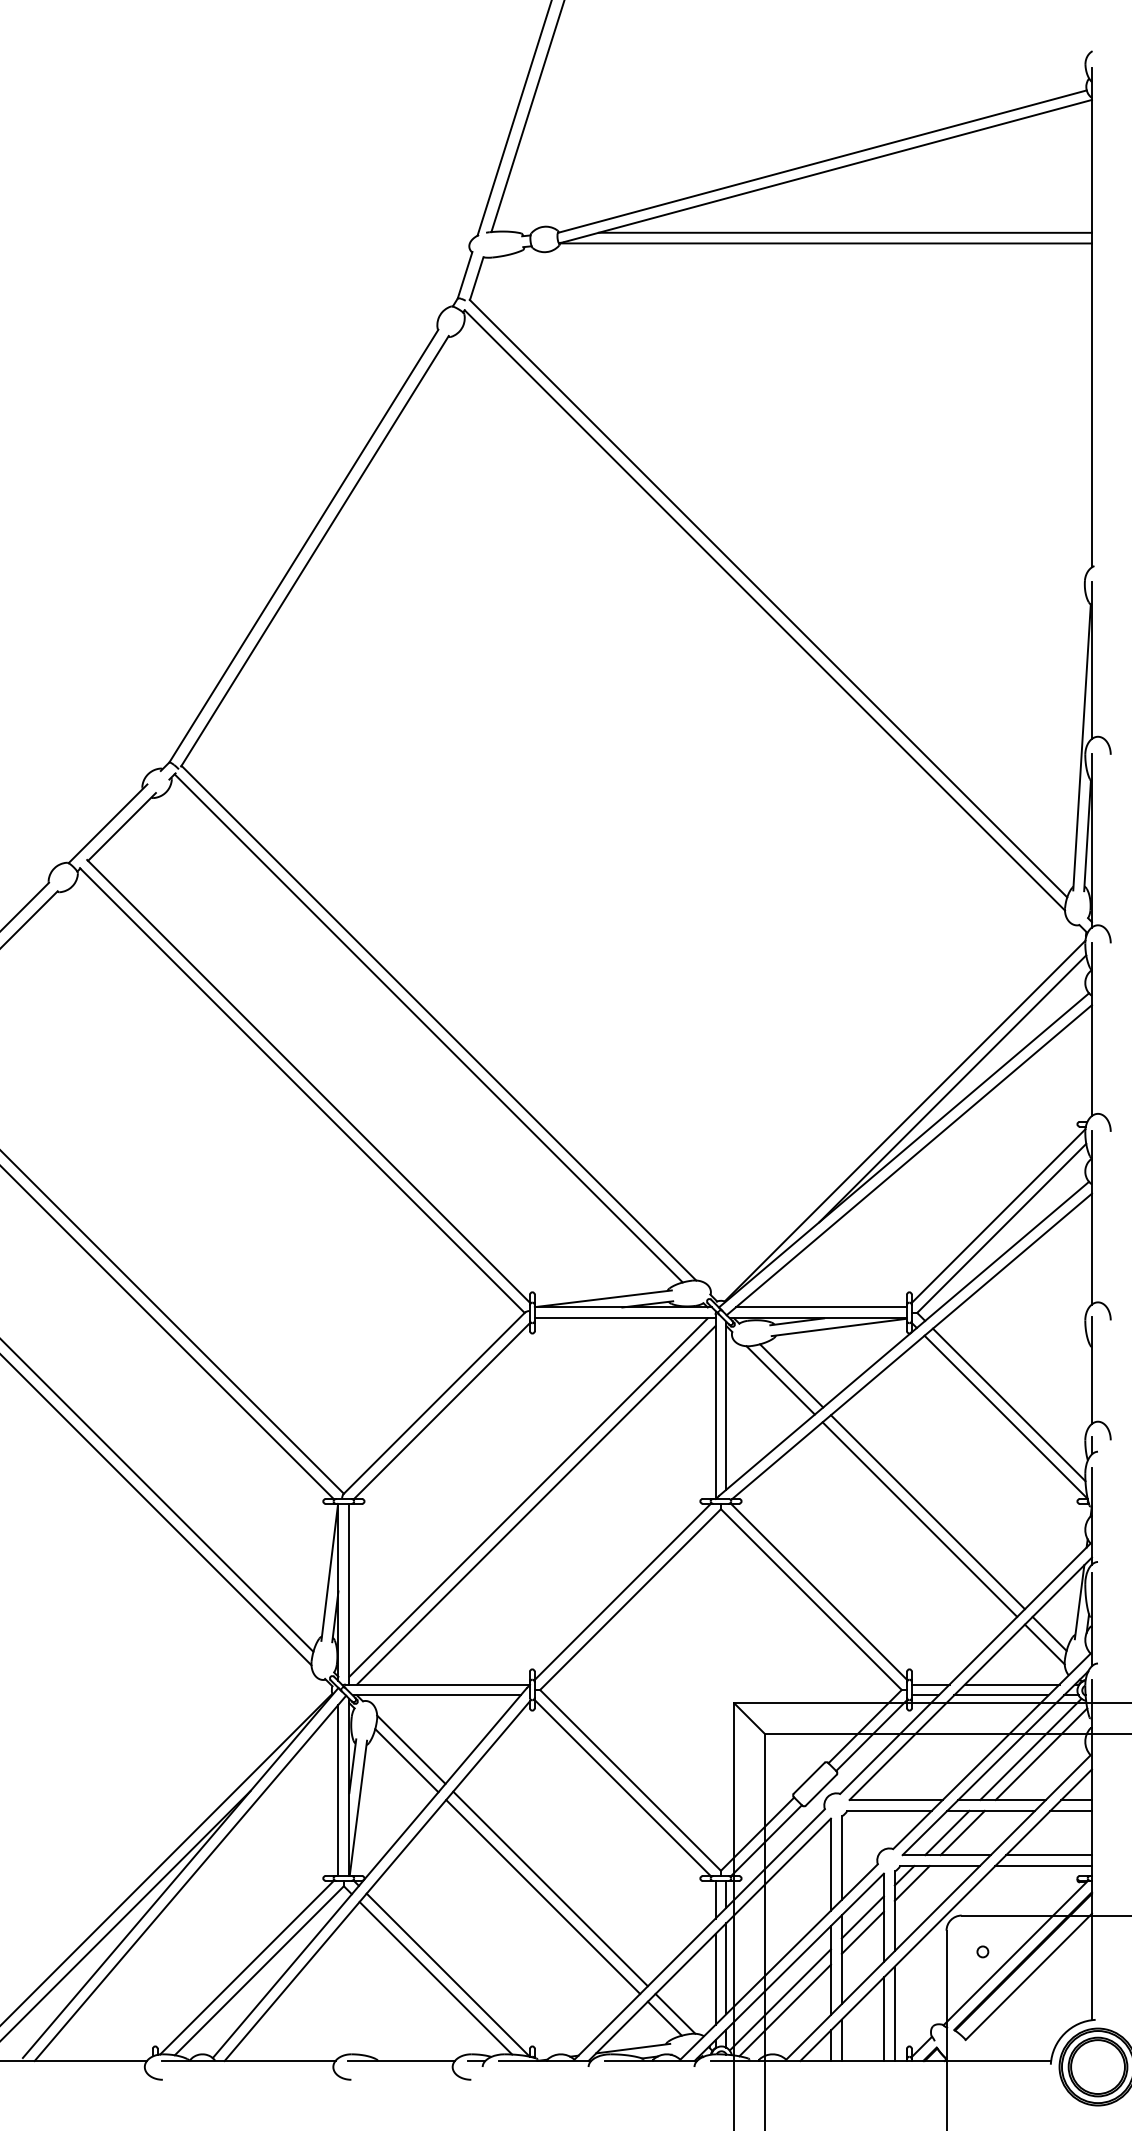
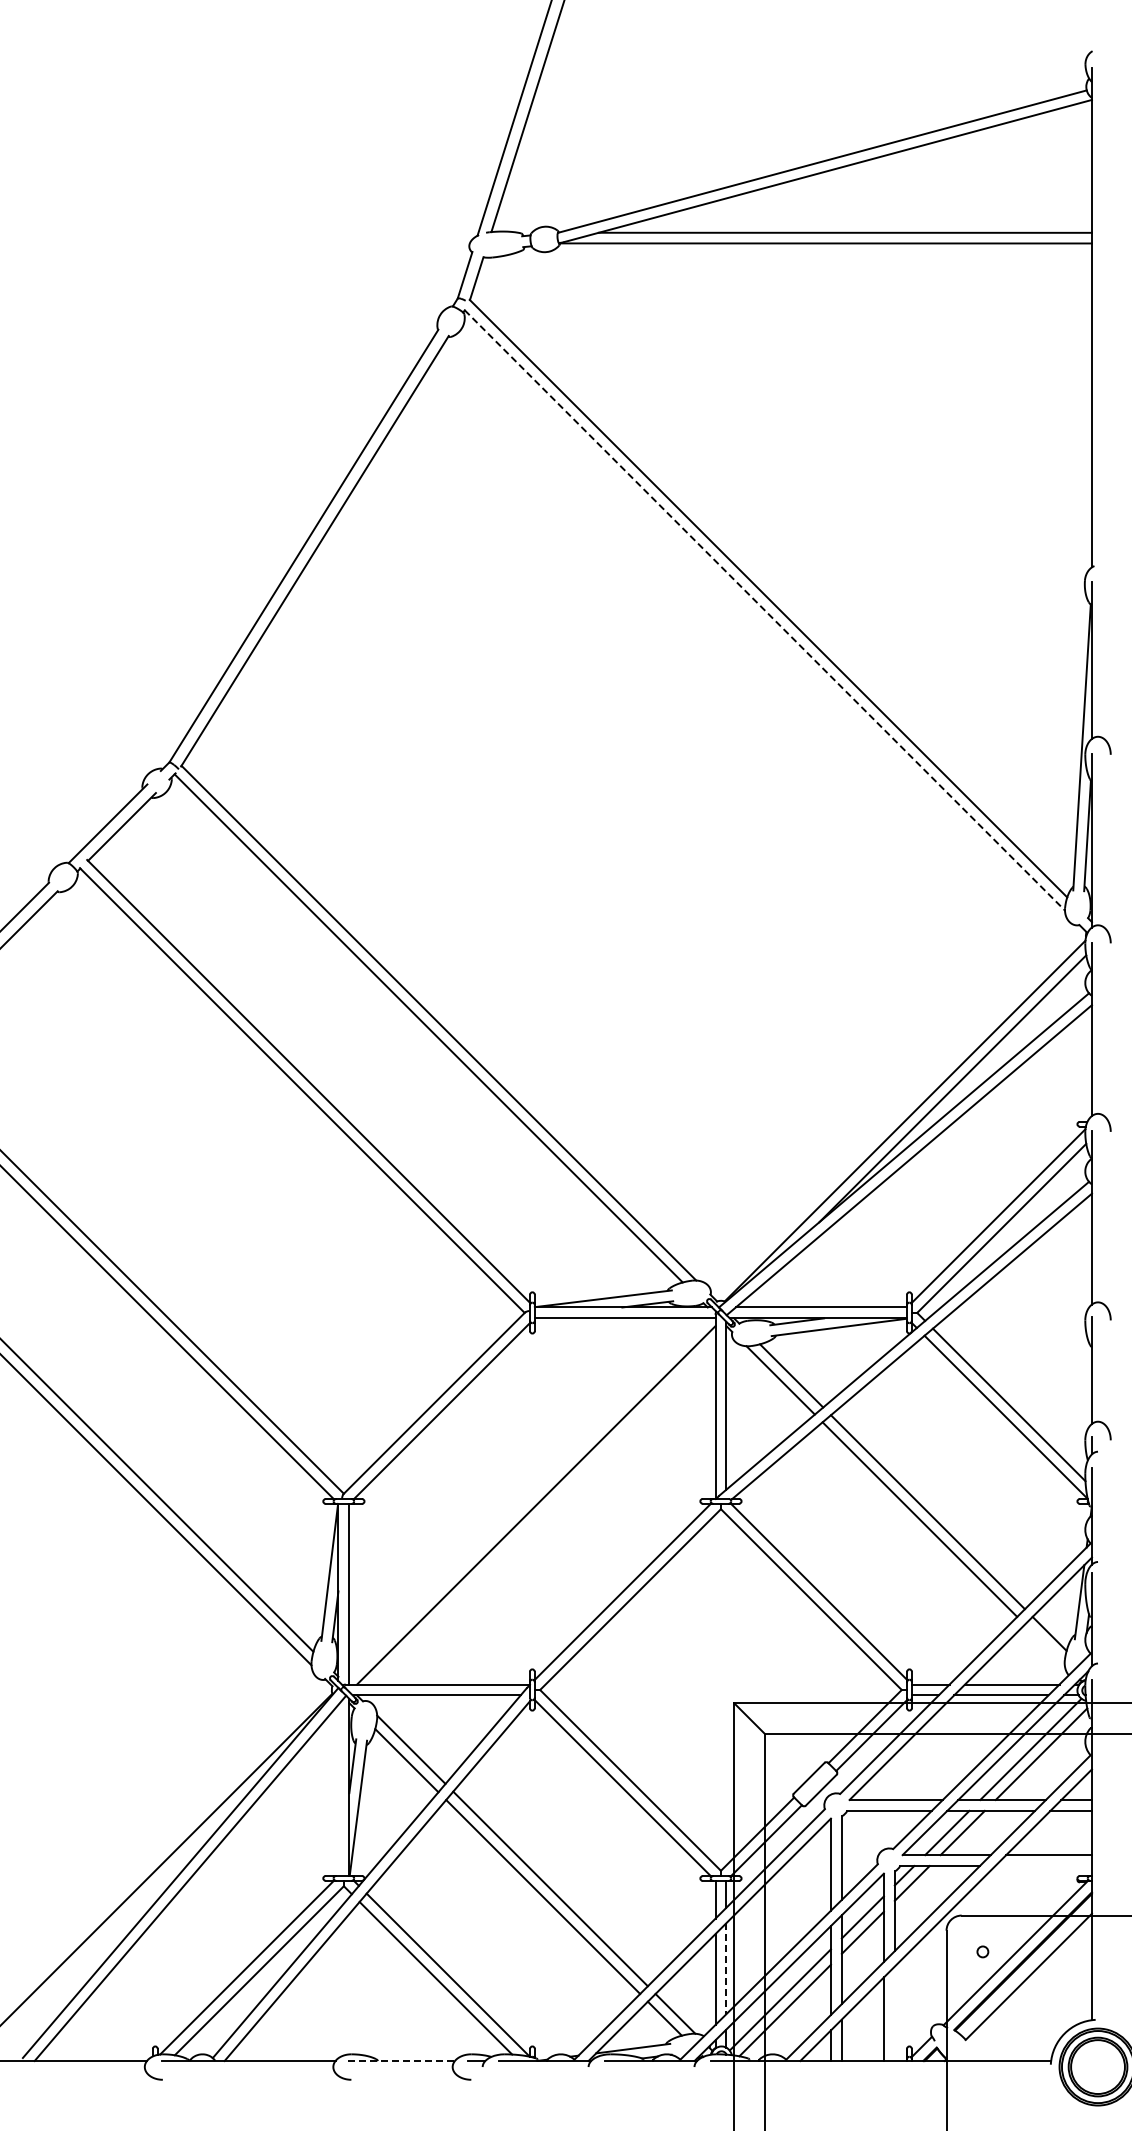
line at (765, 610): solid -> dashed
line at (528, 1497): present -> none
line at (1044, 1644): present -> none
line at (338, 1790): present -> none
line at (1043, 1866): present -> none
line at (126, 1915): present -> none
line at (726, 1969): solid -> dashed
line at (894, 2013): present -> none
line at (402, 2061): solid -> dashed
